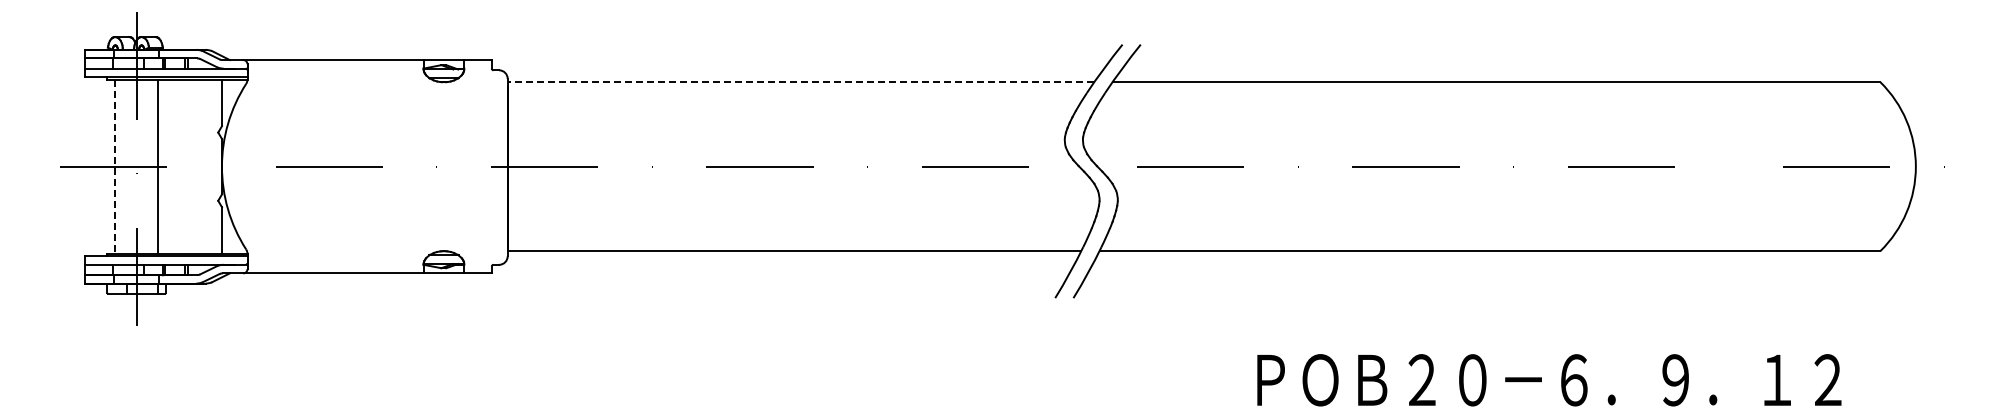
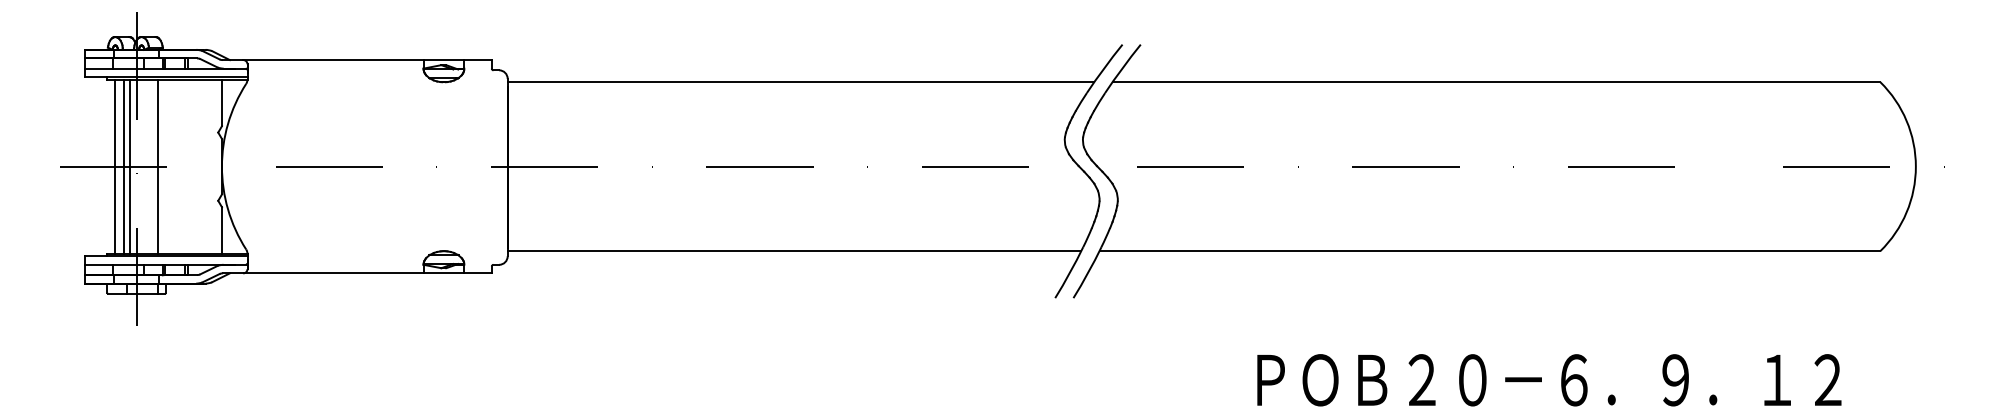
line at (800, 82): dashed -> solid
line at (123, 166): none -> present
line at (130, 166): none -> present
line at (115, 167): dashed -> solid
